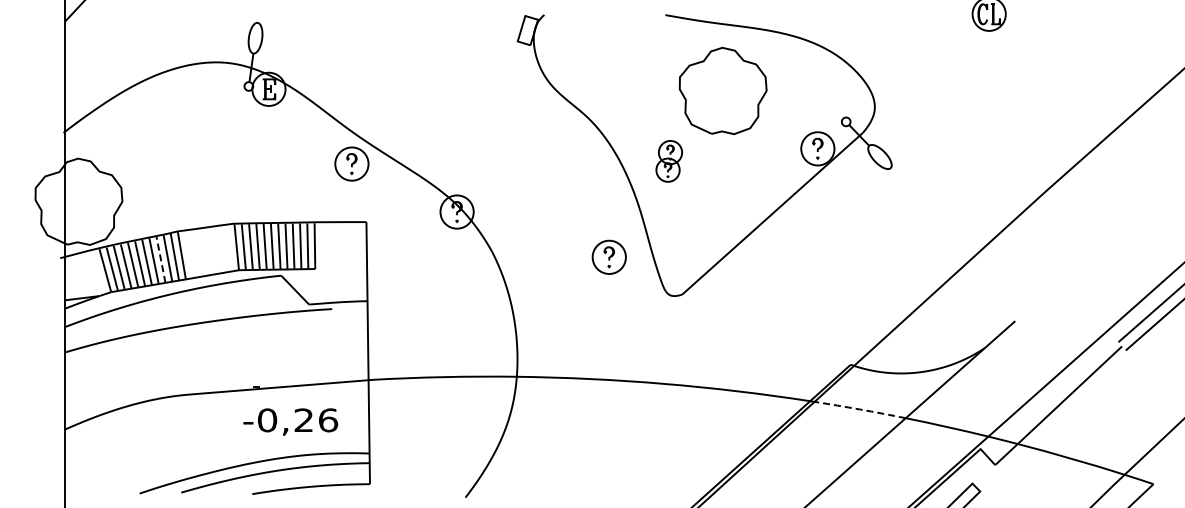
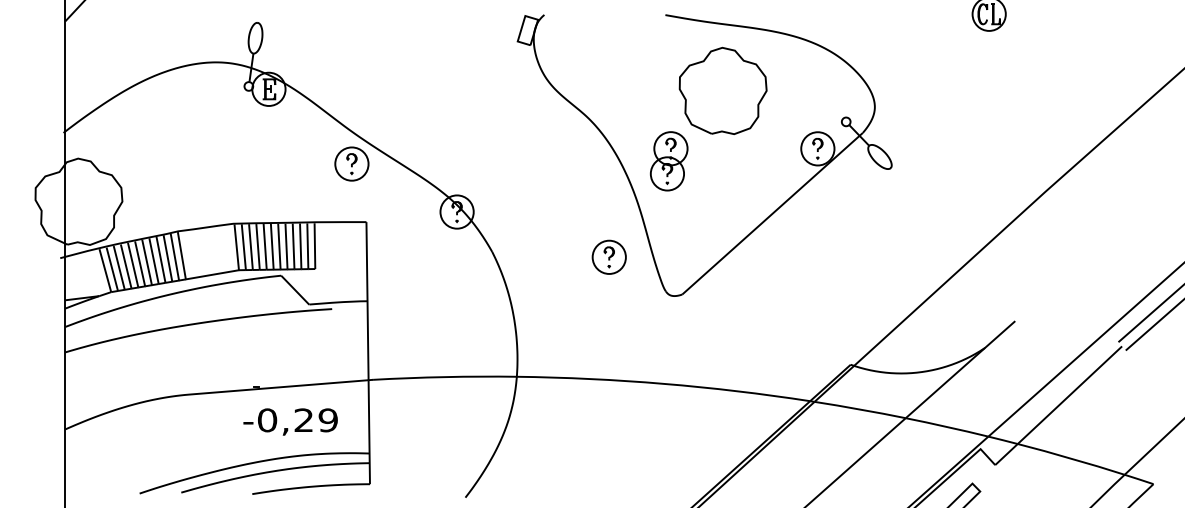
part at (668, 161) size: 28x43 px -> 39x61 px
line at (160, 259): dashed -> solid
arc at (860, 409): dashed -> solid
text at (328, 420): -0,26 -> -0,29
